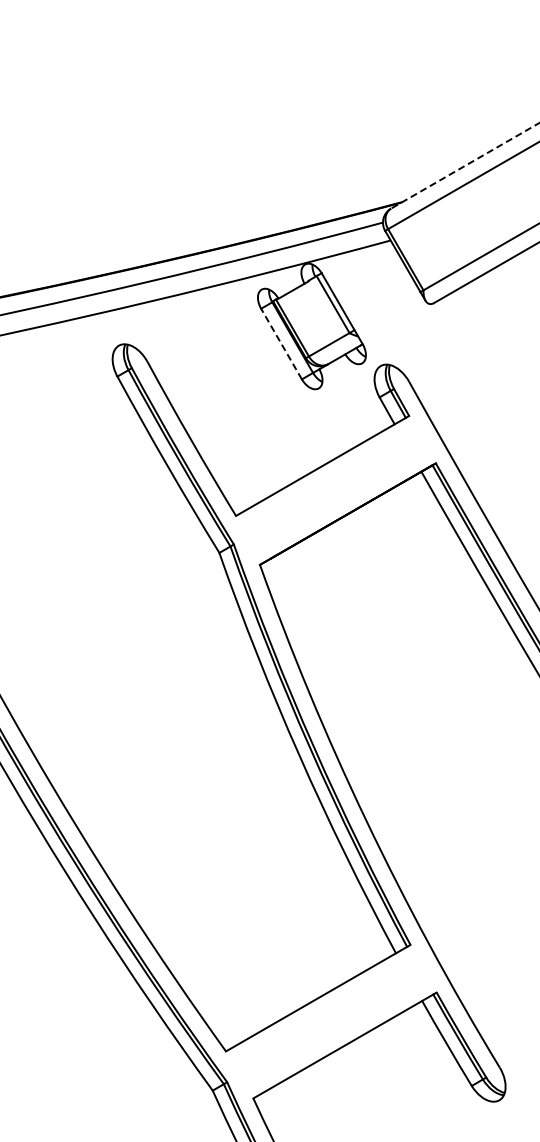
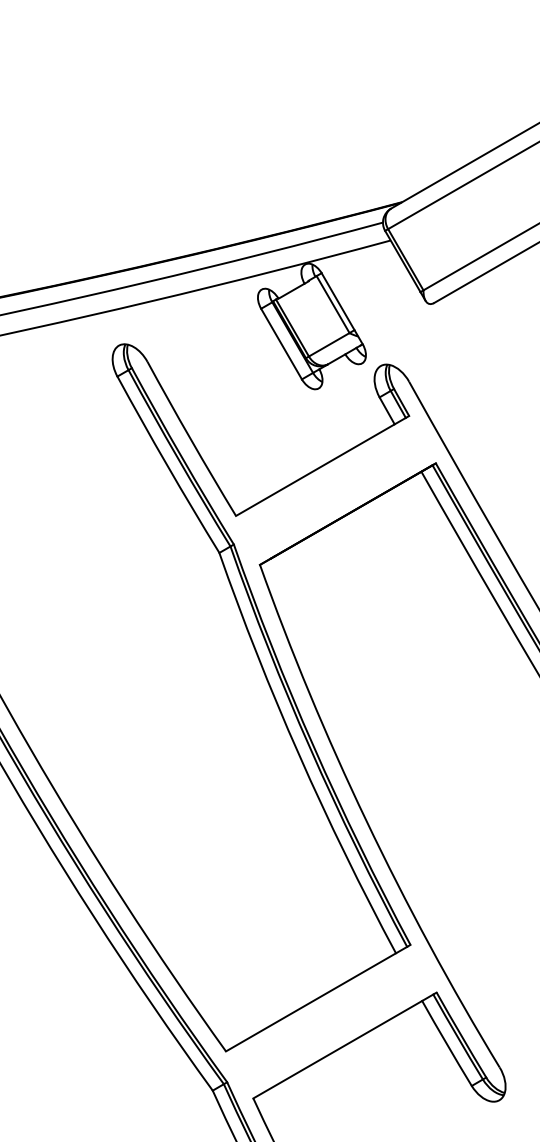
line at (465, 165): dashed -> solid
line at (281, 344): dashed -> solid
